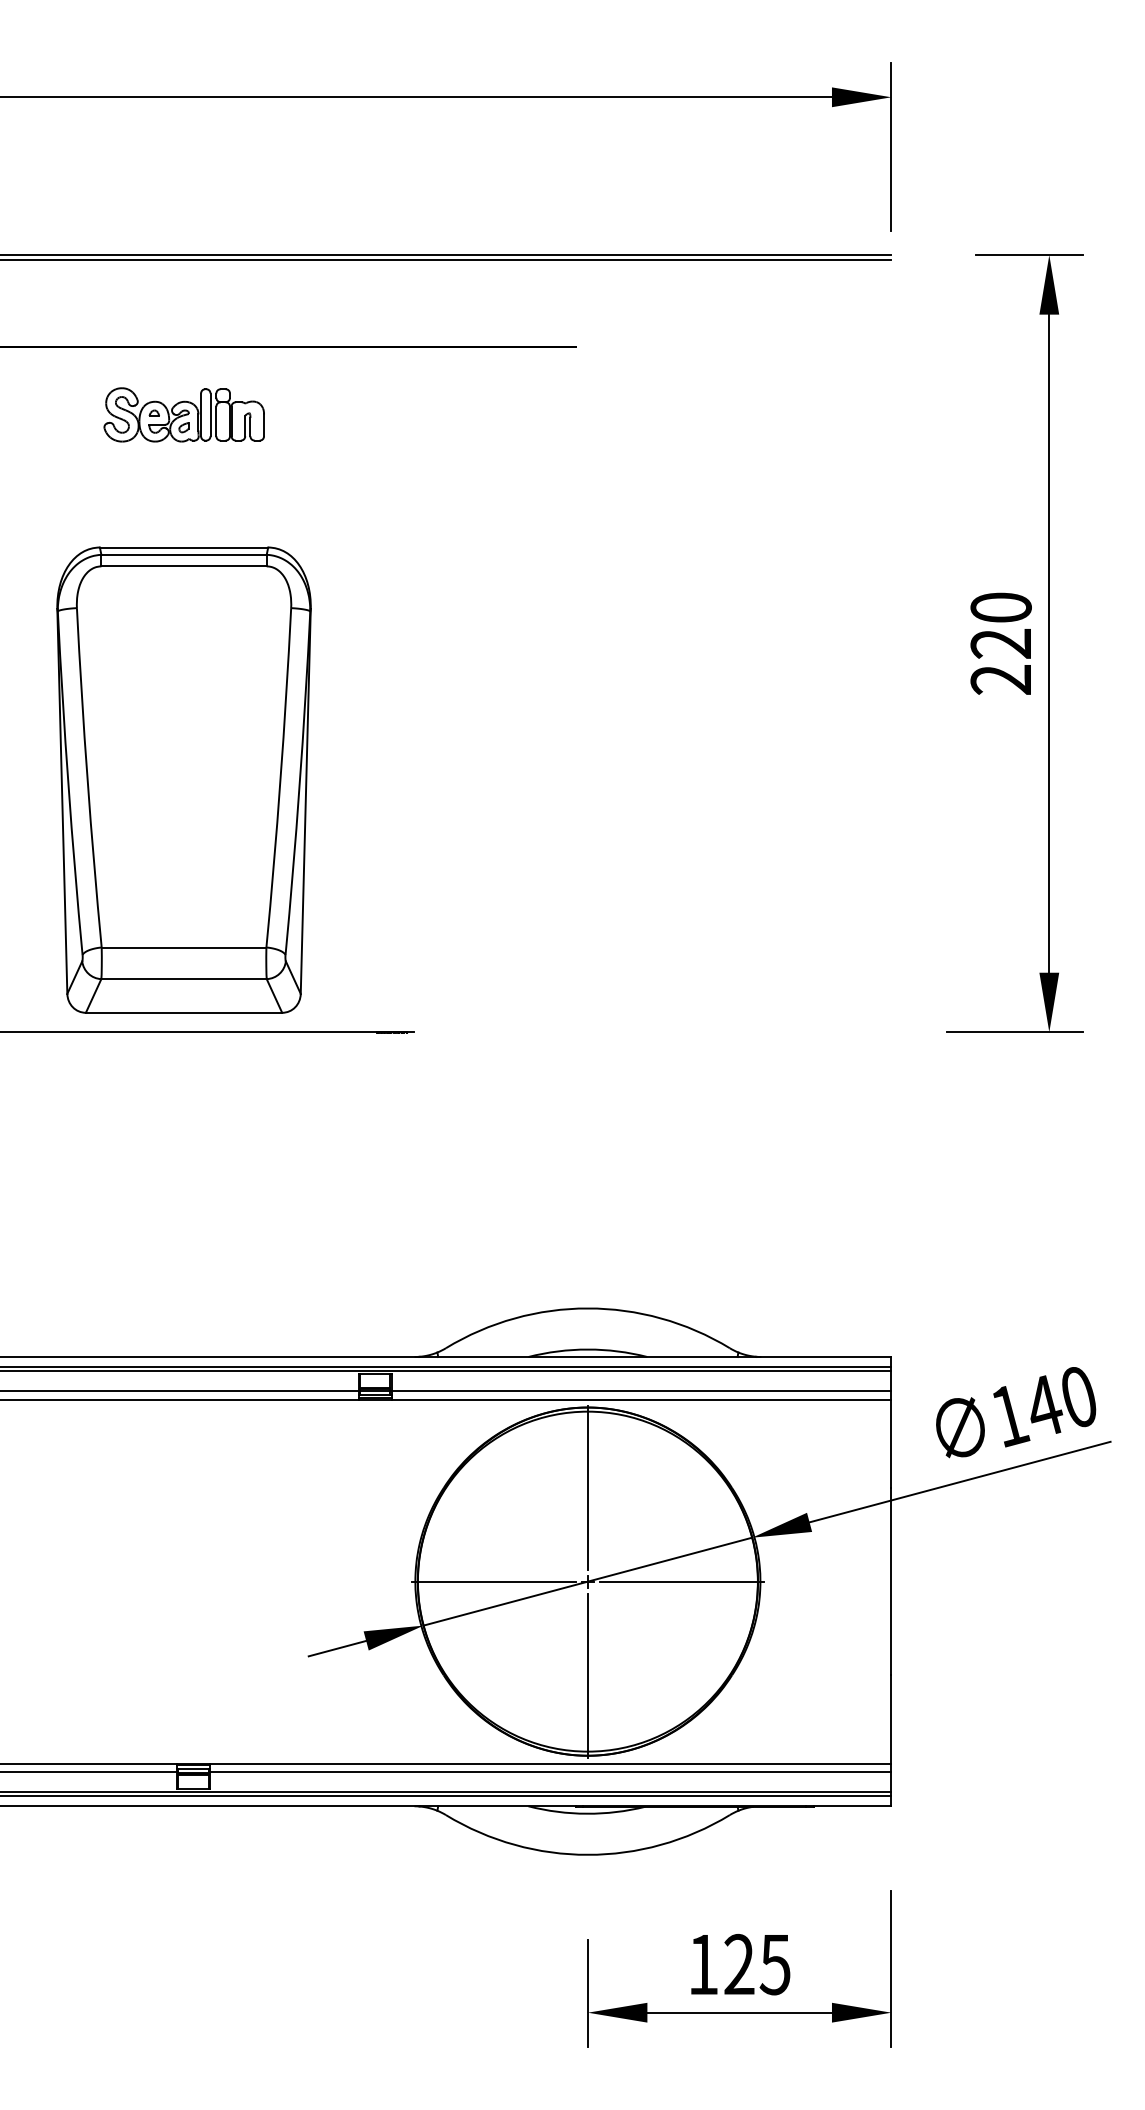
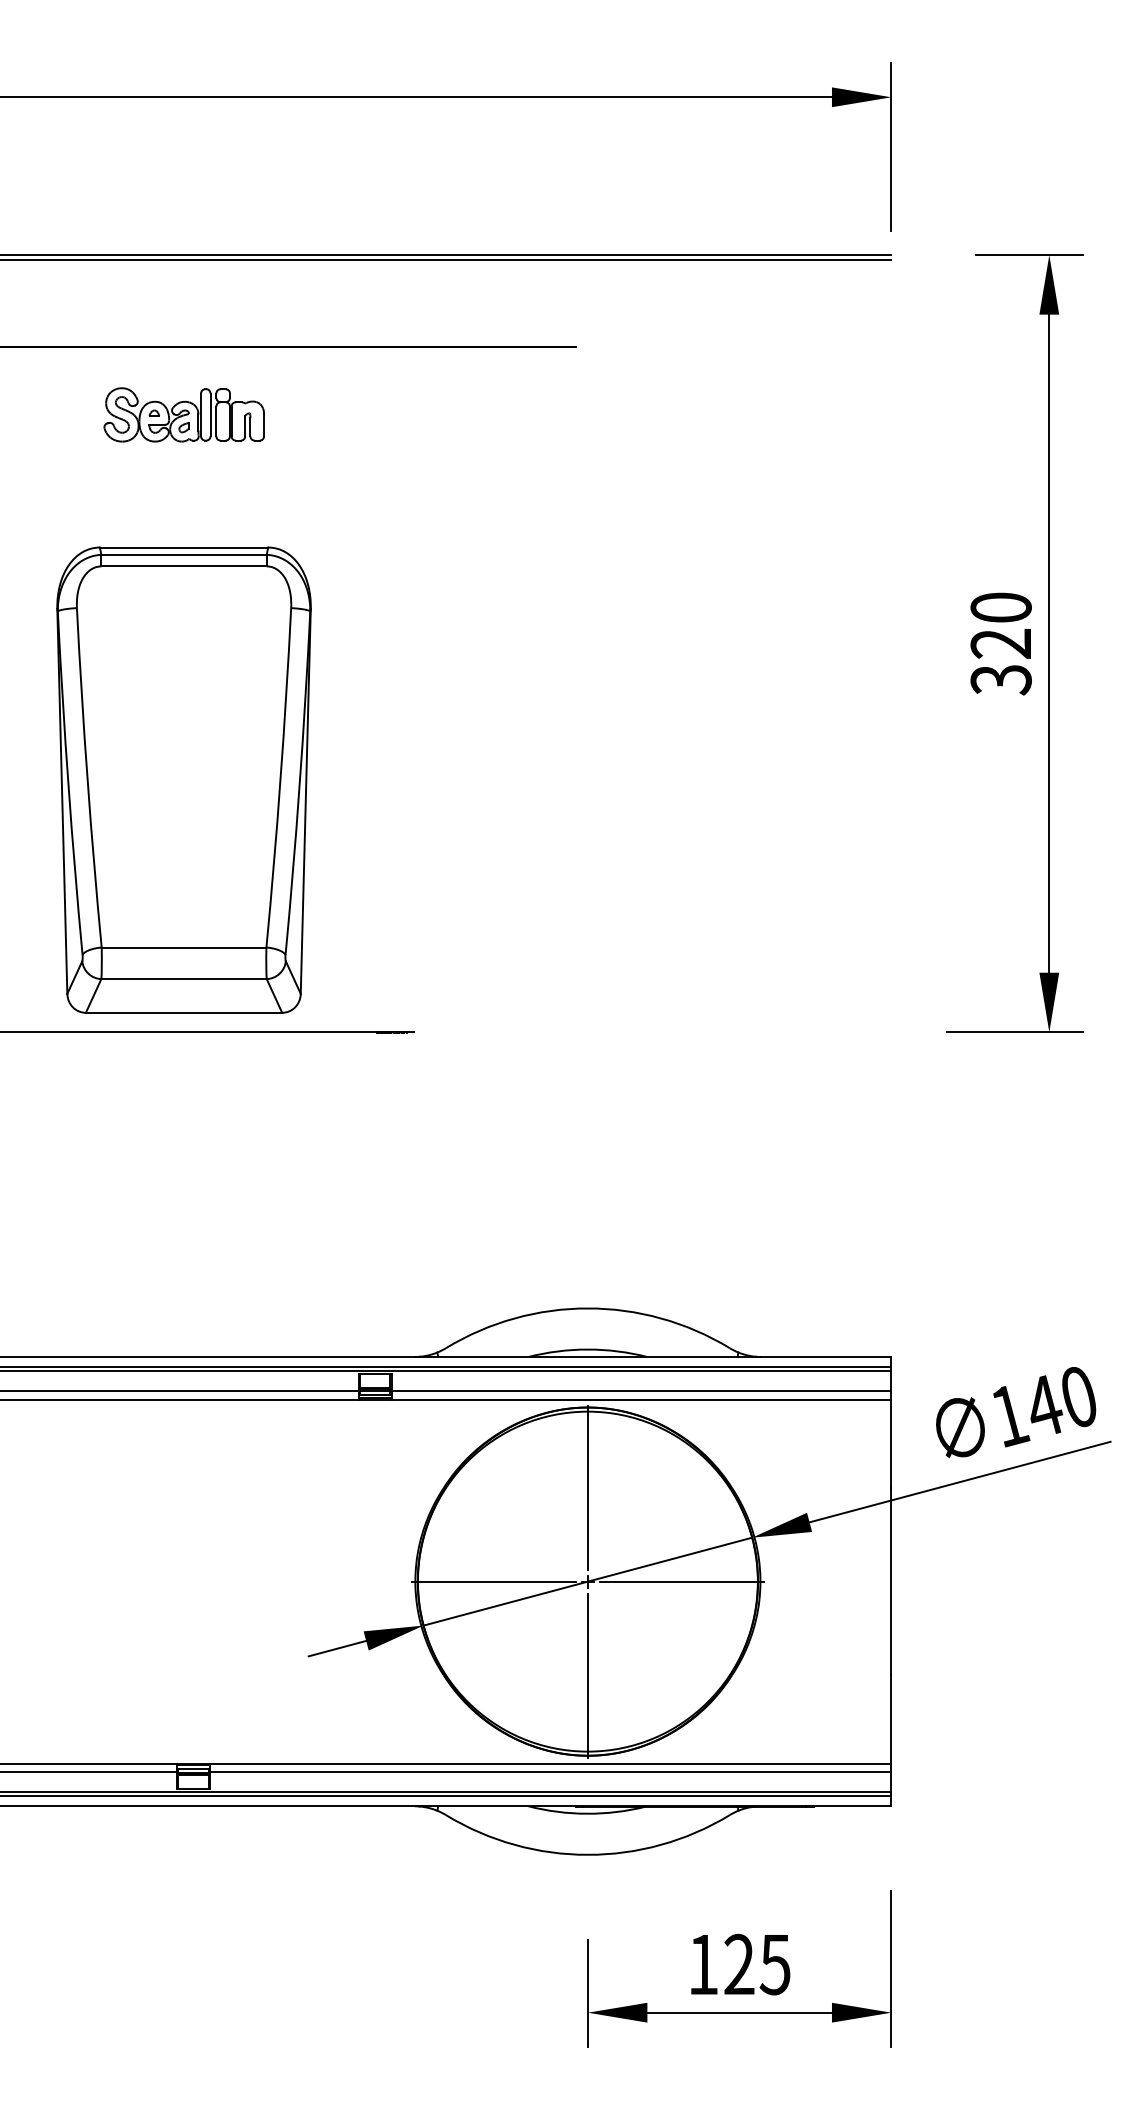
text at (1000, 680): 220 -> 320
